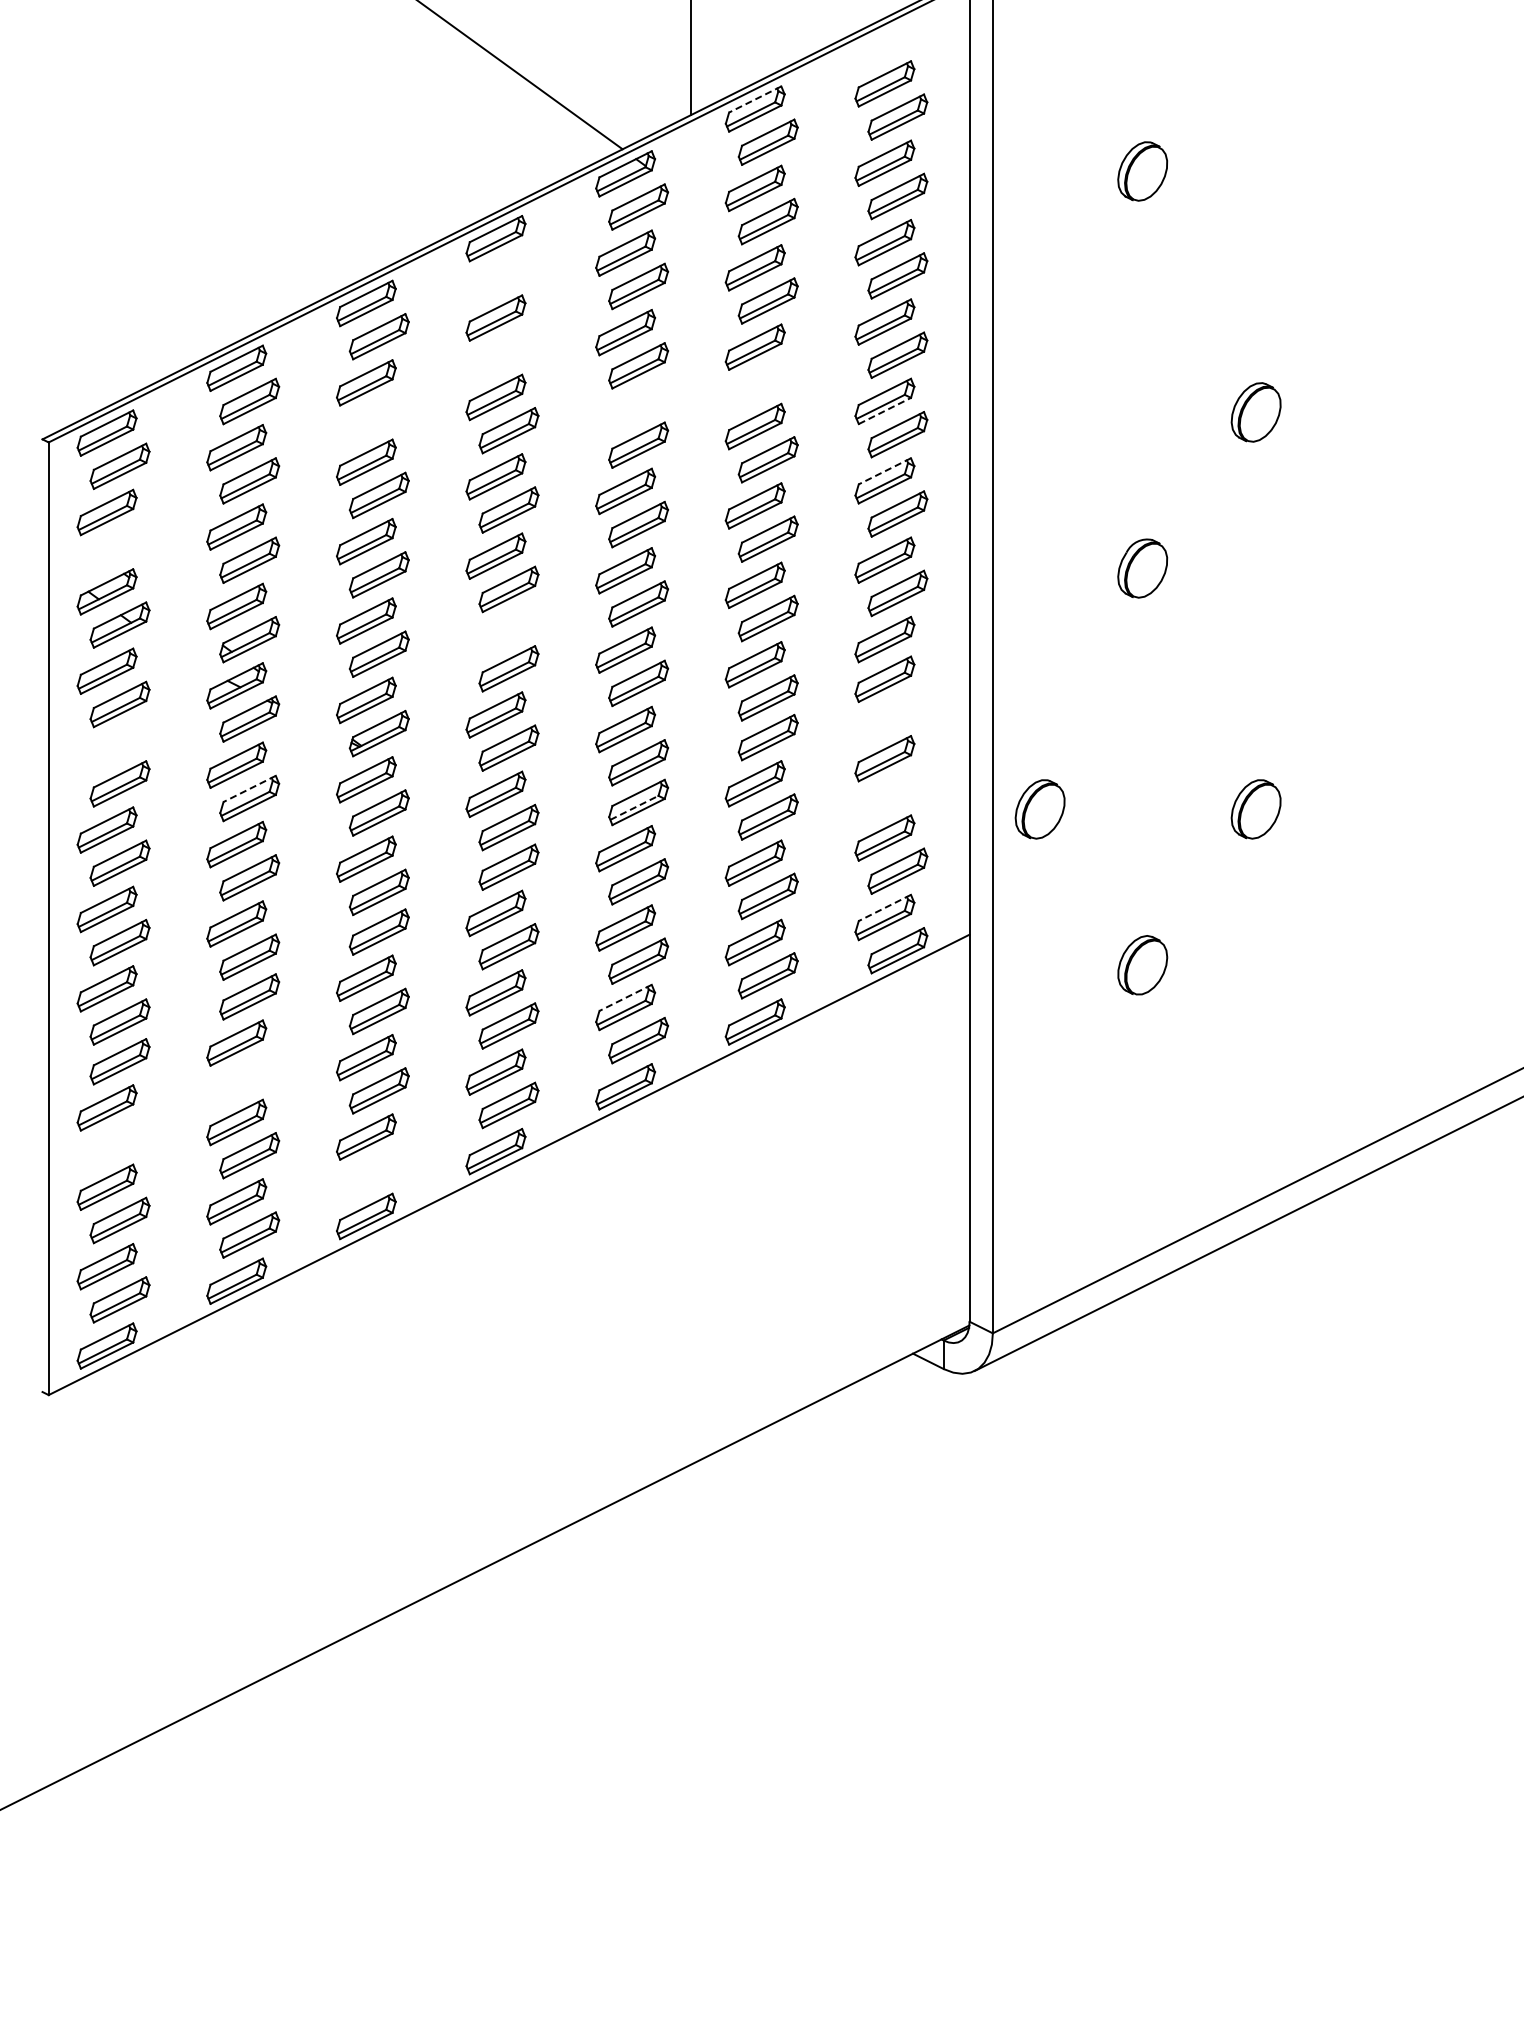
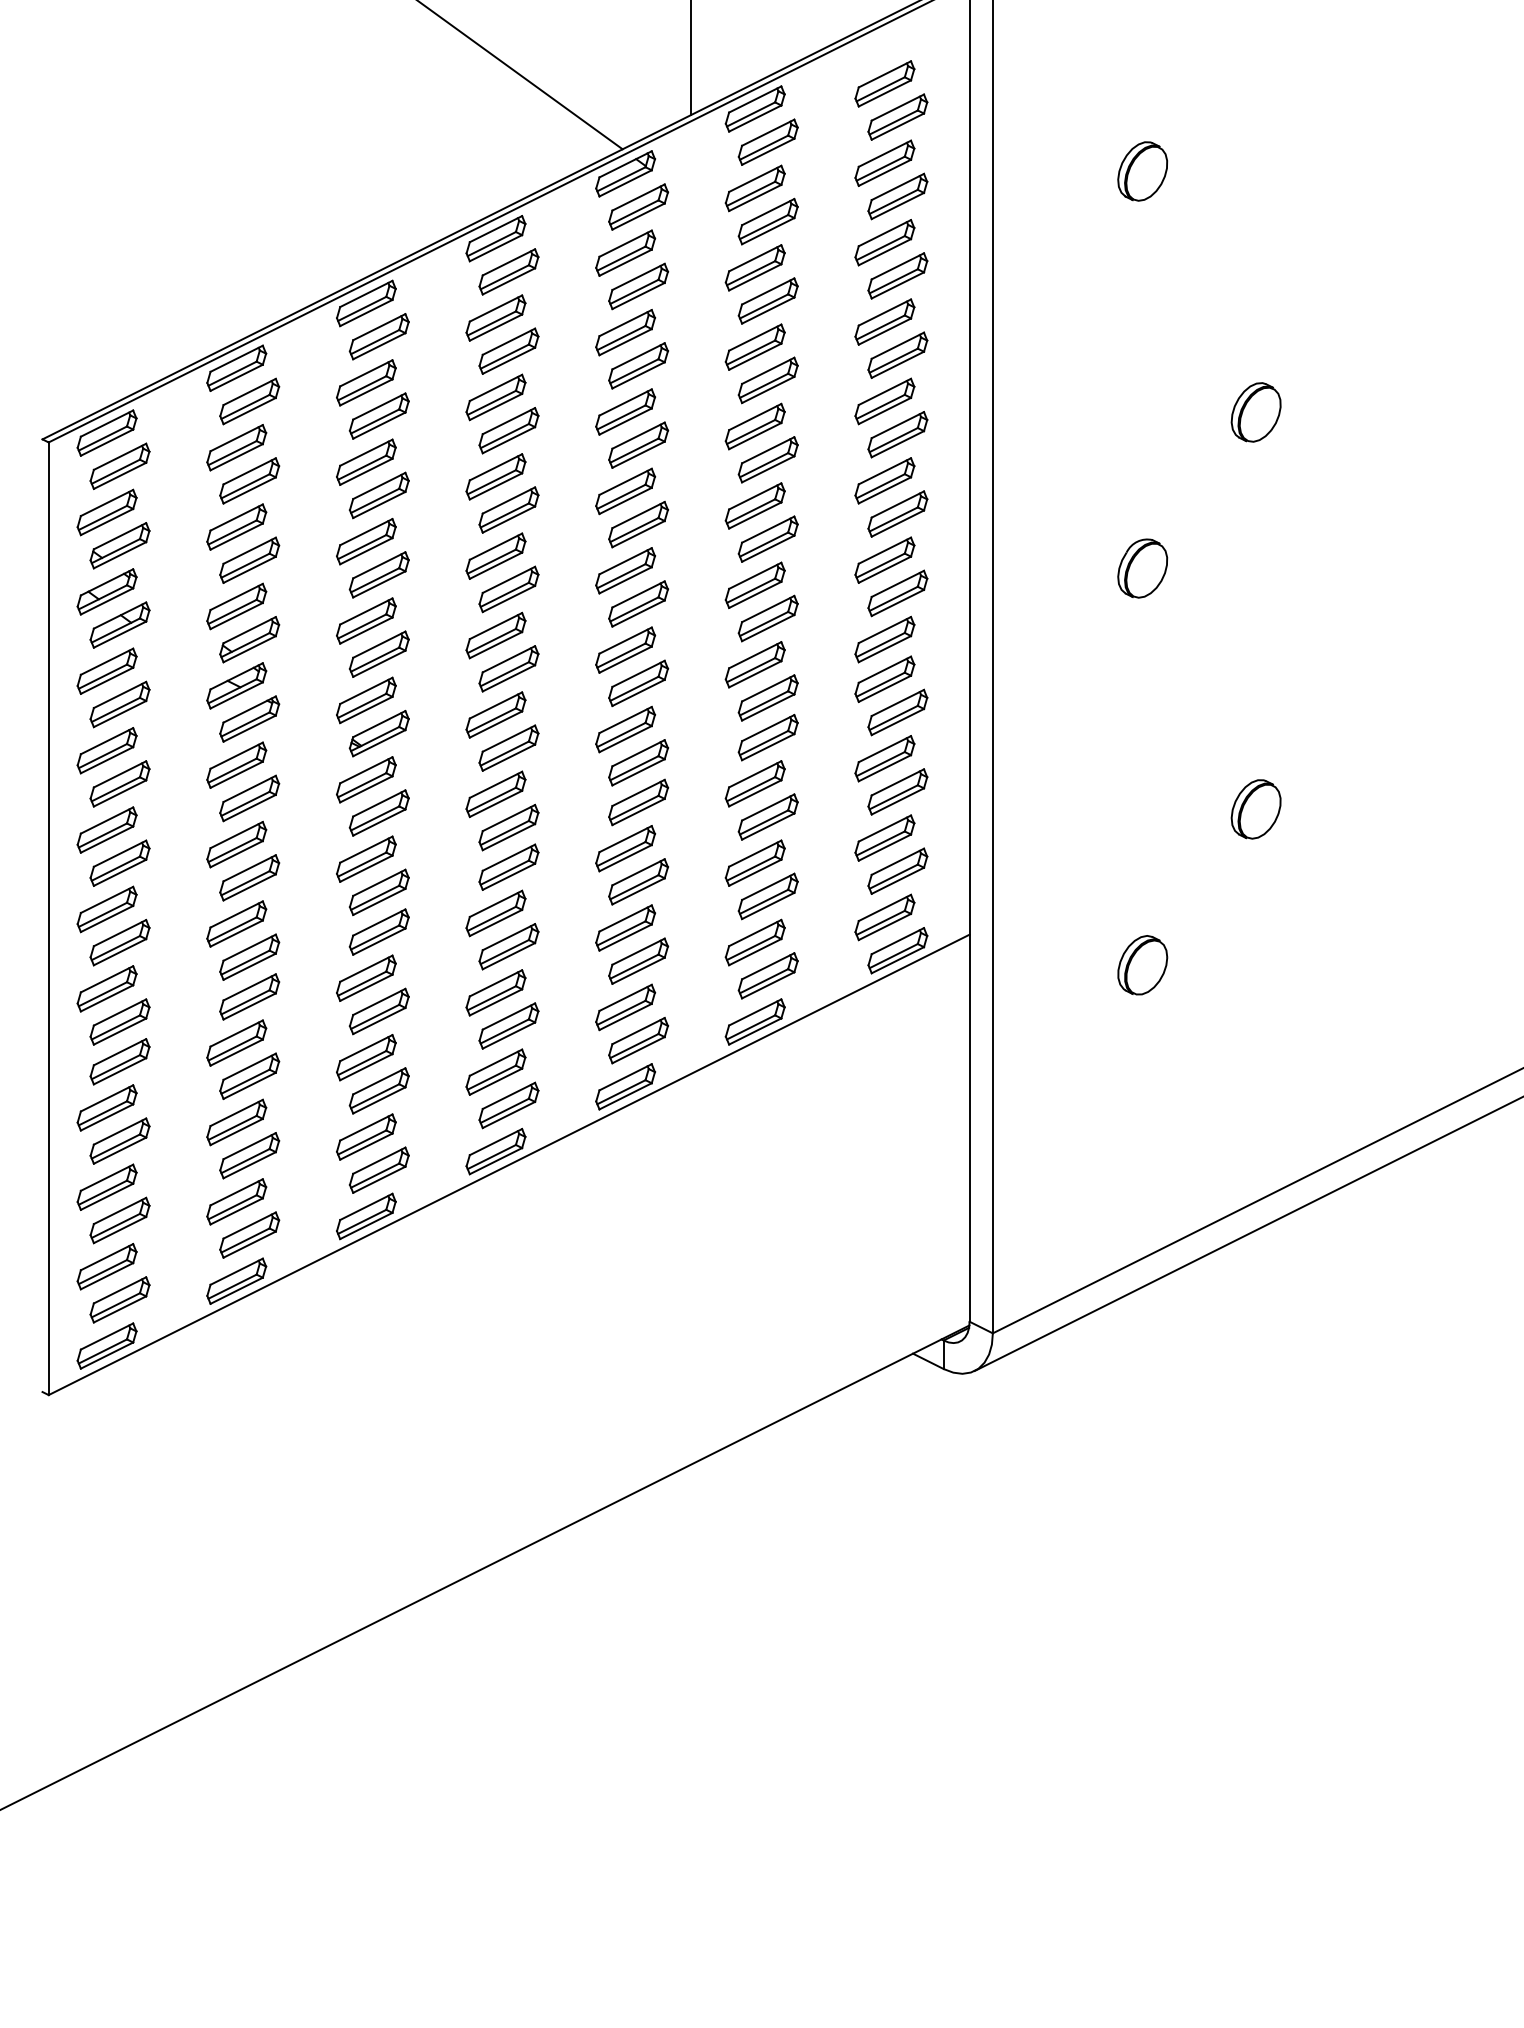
line at (754, 99): dashed -> solid
part at (508, 271): none -> present
part at (508, 350): none -> present
part at (767, 380): none -> present
line at (885, 410): dashed -> solid
part at (625, 411): none -> present
part at (378, 415): none -> present
line at (884, 471): dashed -> solid
part at (119, 545): none -> present
part at (495, 635): none -> present
part at (897, 712): none -> present
part at (106, 750): none -> present
line at (249, 789): dashed -> solid
part at (897, 791): none -> present
line at (634, 807): dashed -> solid
part at (1039, 809): present -> none
line at (884, 908): dashed -> solid
line at (625, 998): dashed -> solid
part at (249, 1075): none -> present
part at (119, 1140): none -> present
part at (378, 1169): none -> present
